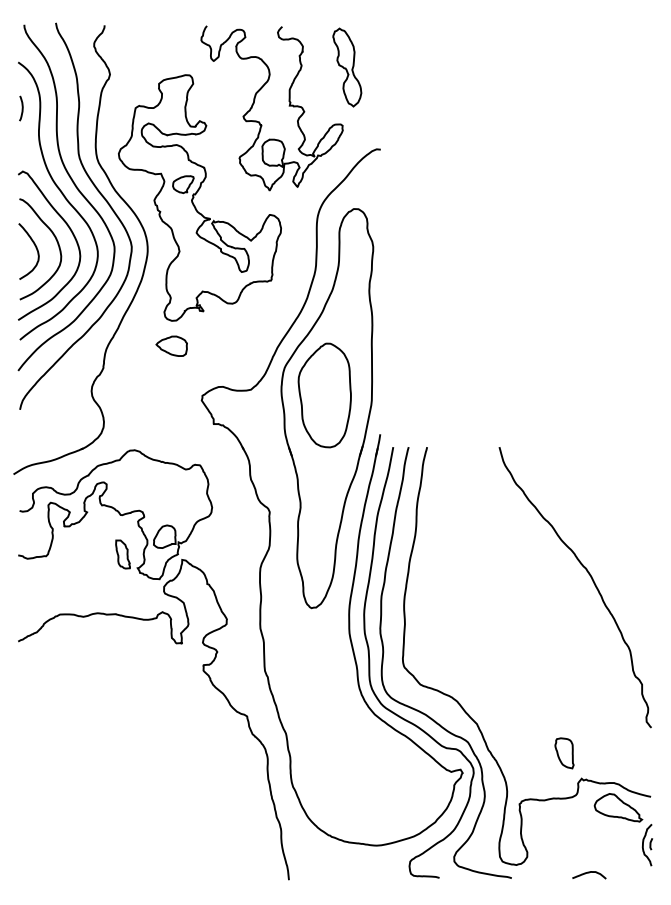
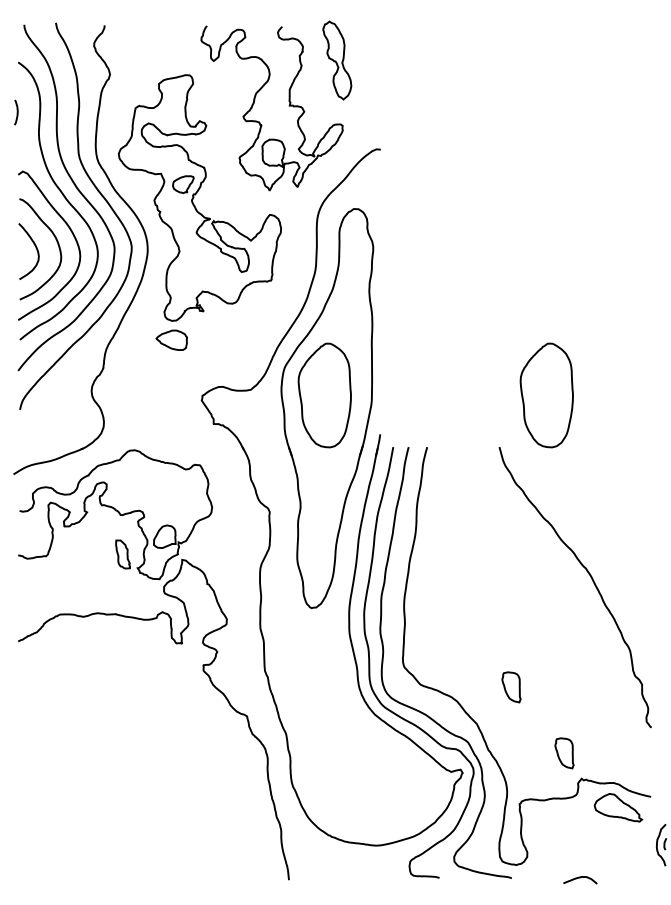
part at (347, 67) position: (347, 67) -> (337, 60)
curve at (21, 108) position: (21, 108) -> (16, 112)
part at (171, 345) position: (171, 345) -> (171, 339)
part at (546, 395): none -> present
part at (511, 687): none -> present
part at (647, 845) position: (647, 845) -> (661, 845)
curve at (589, 873) position: (589, 873) -> (580, 878)
